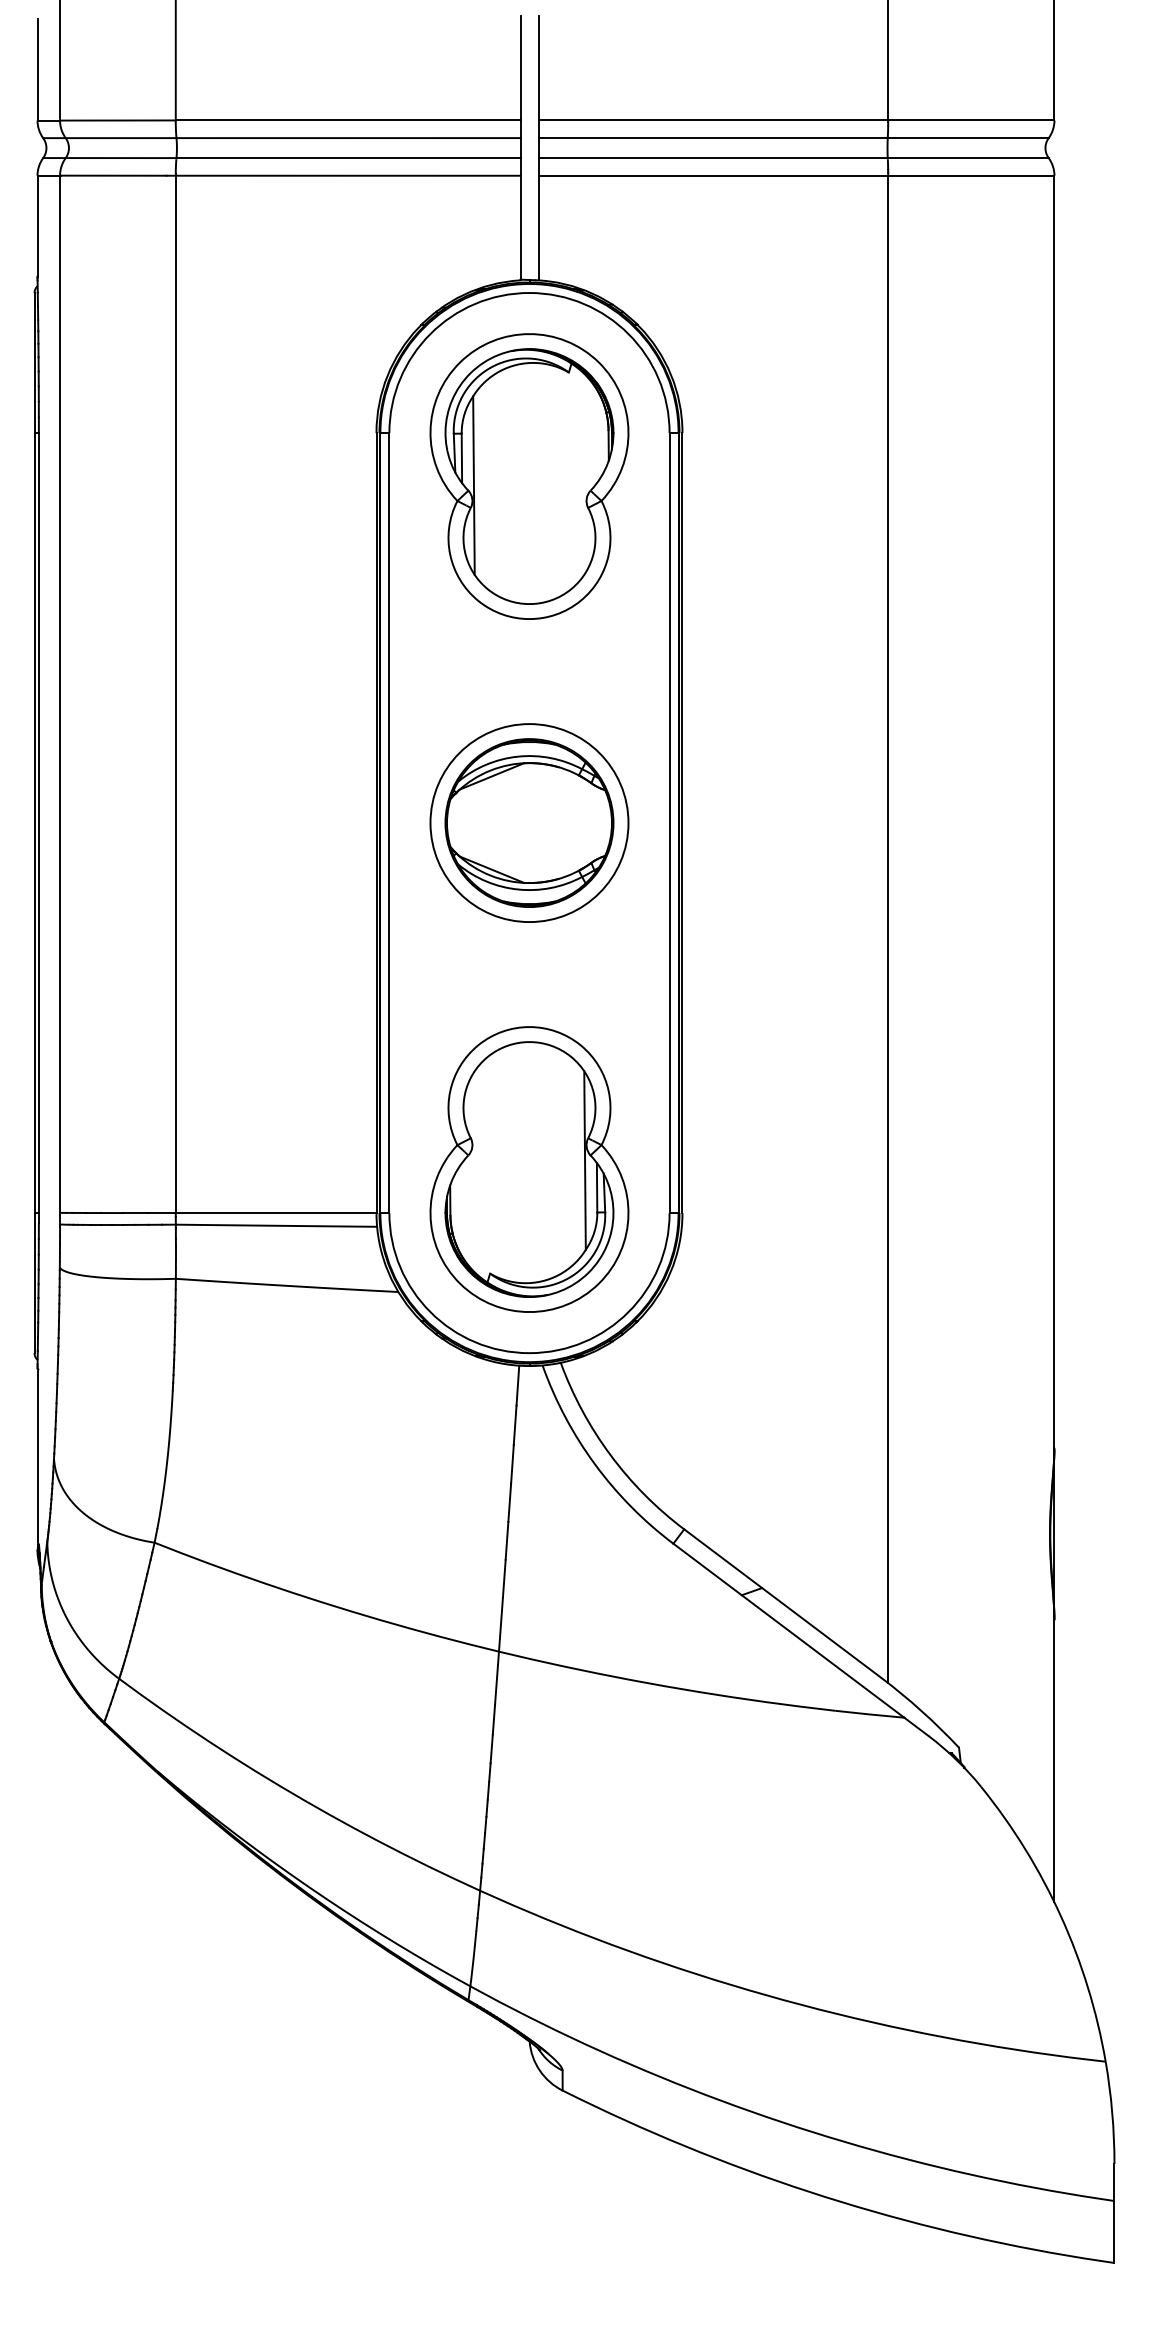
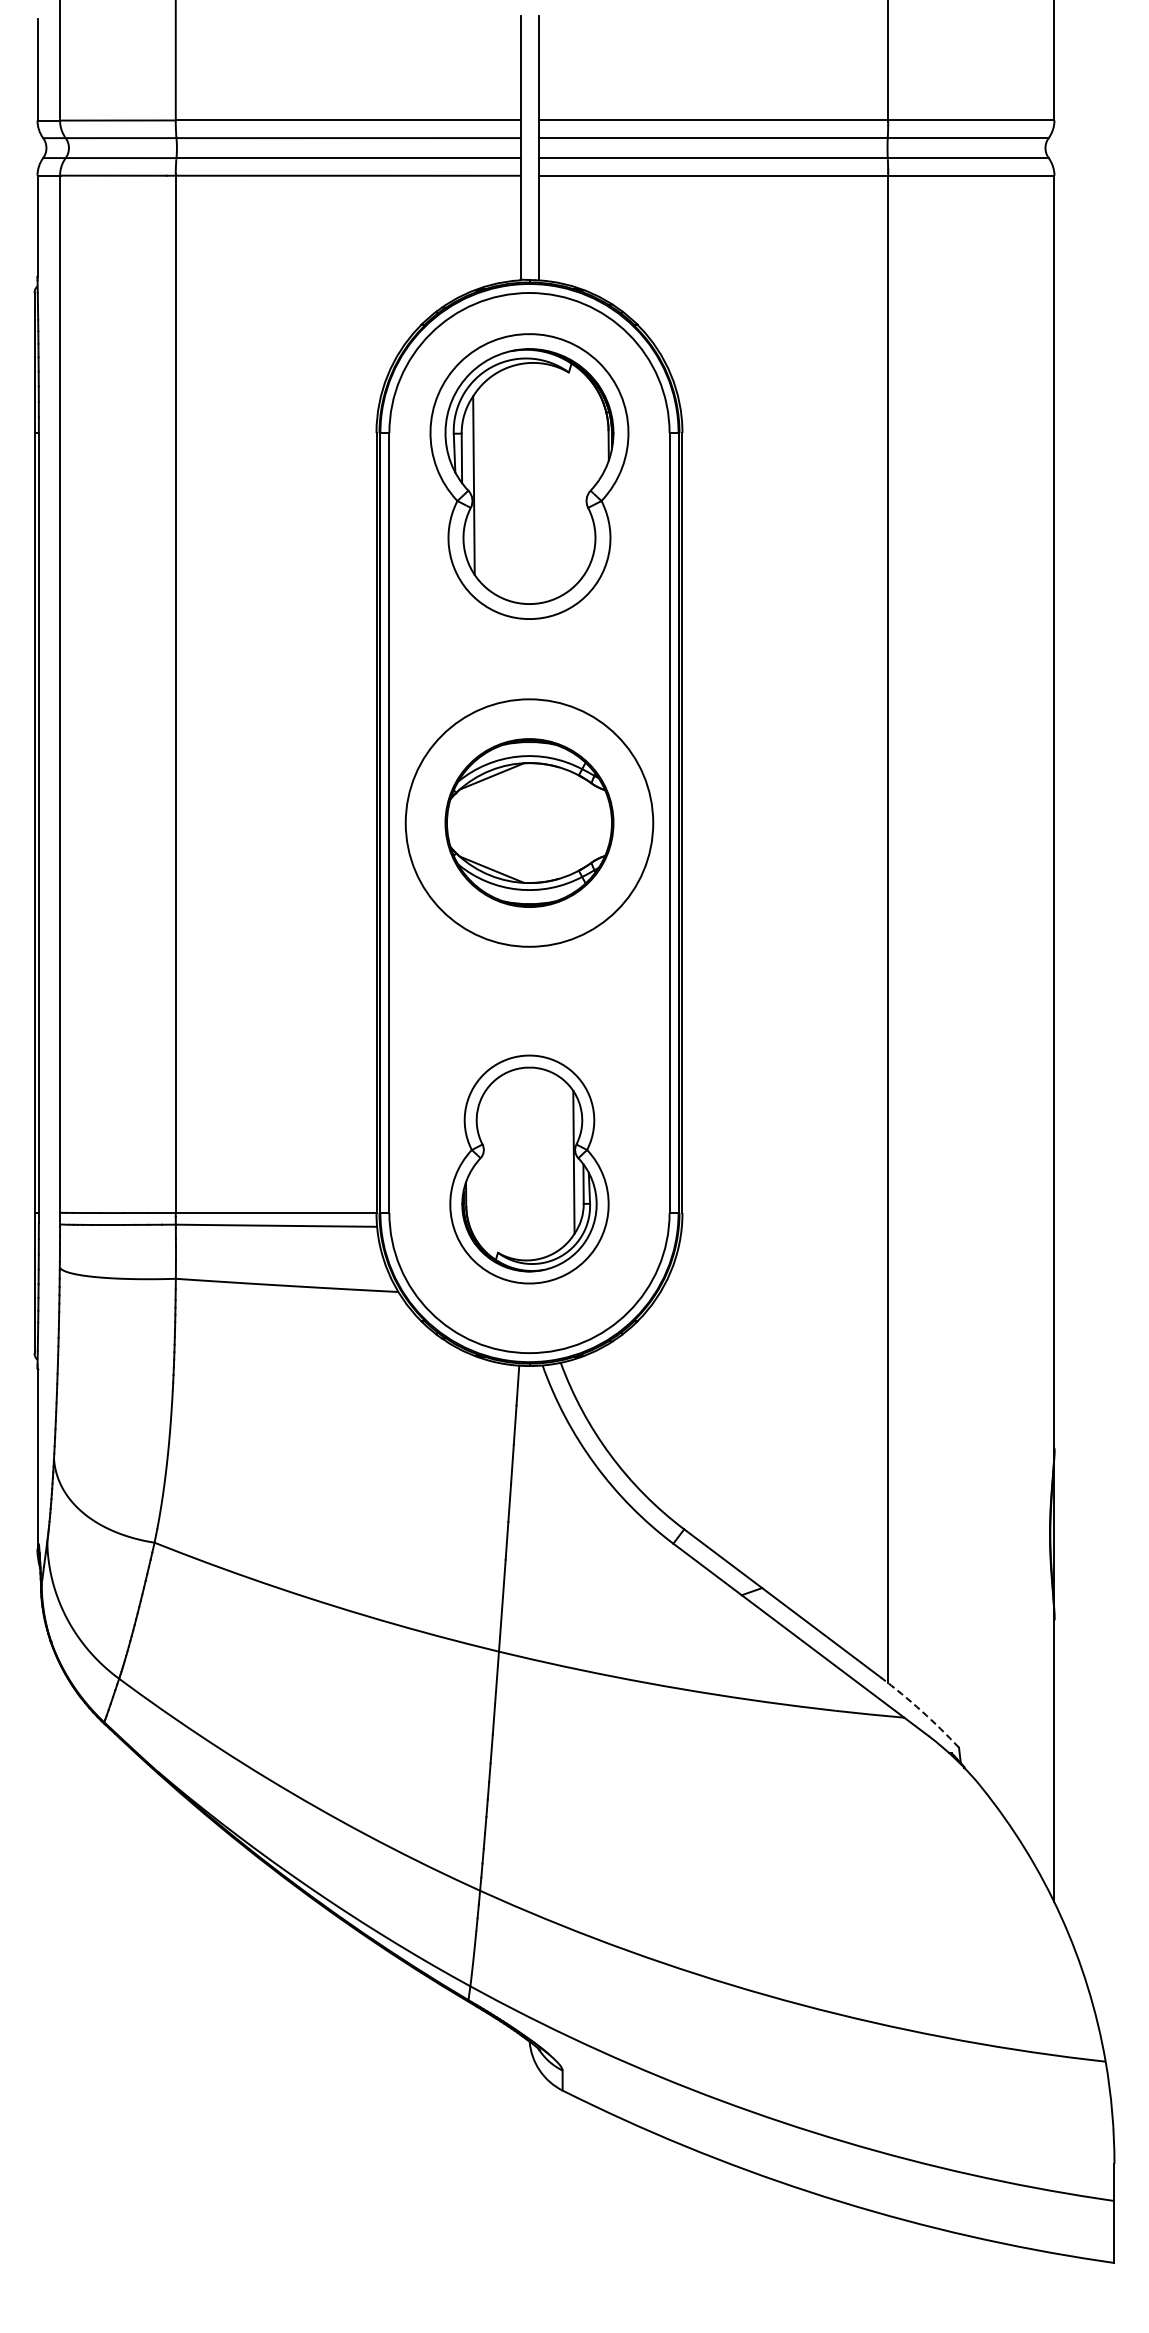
circle at (529, 823) diameter: 198 px -> 247 px
part at (529, 1169) size: 201x287 px -> 161x231 px
arc at (921, 1710): solid -> dashed
